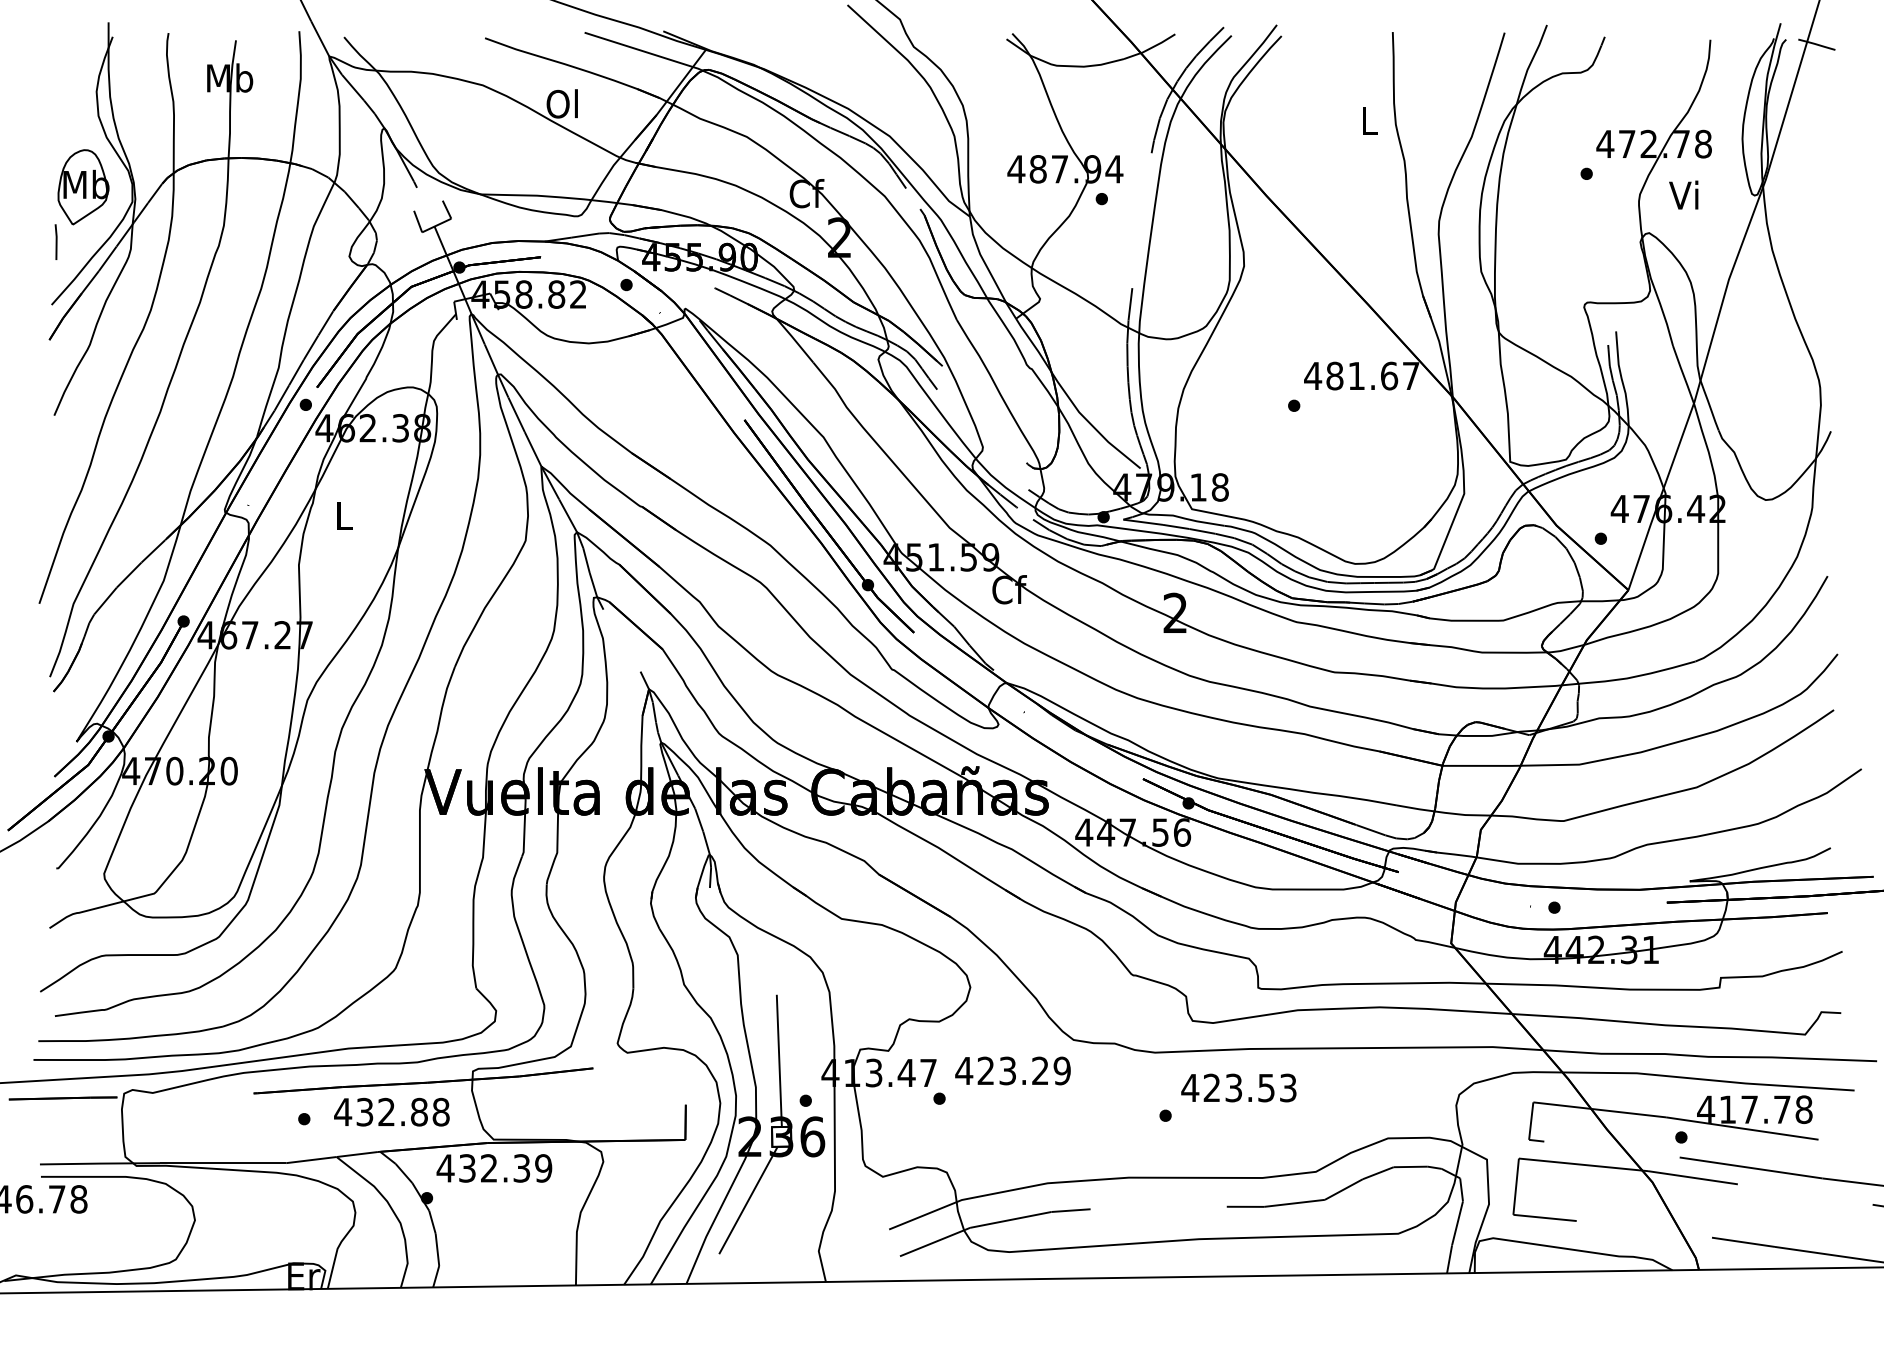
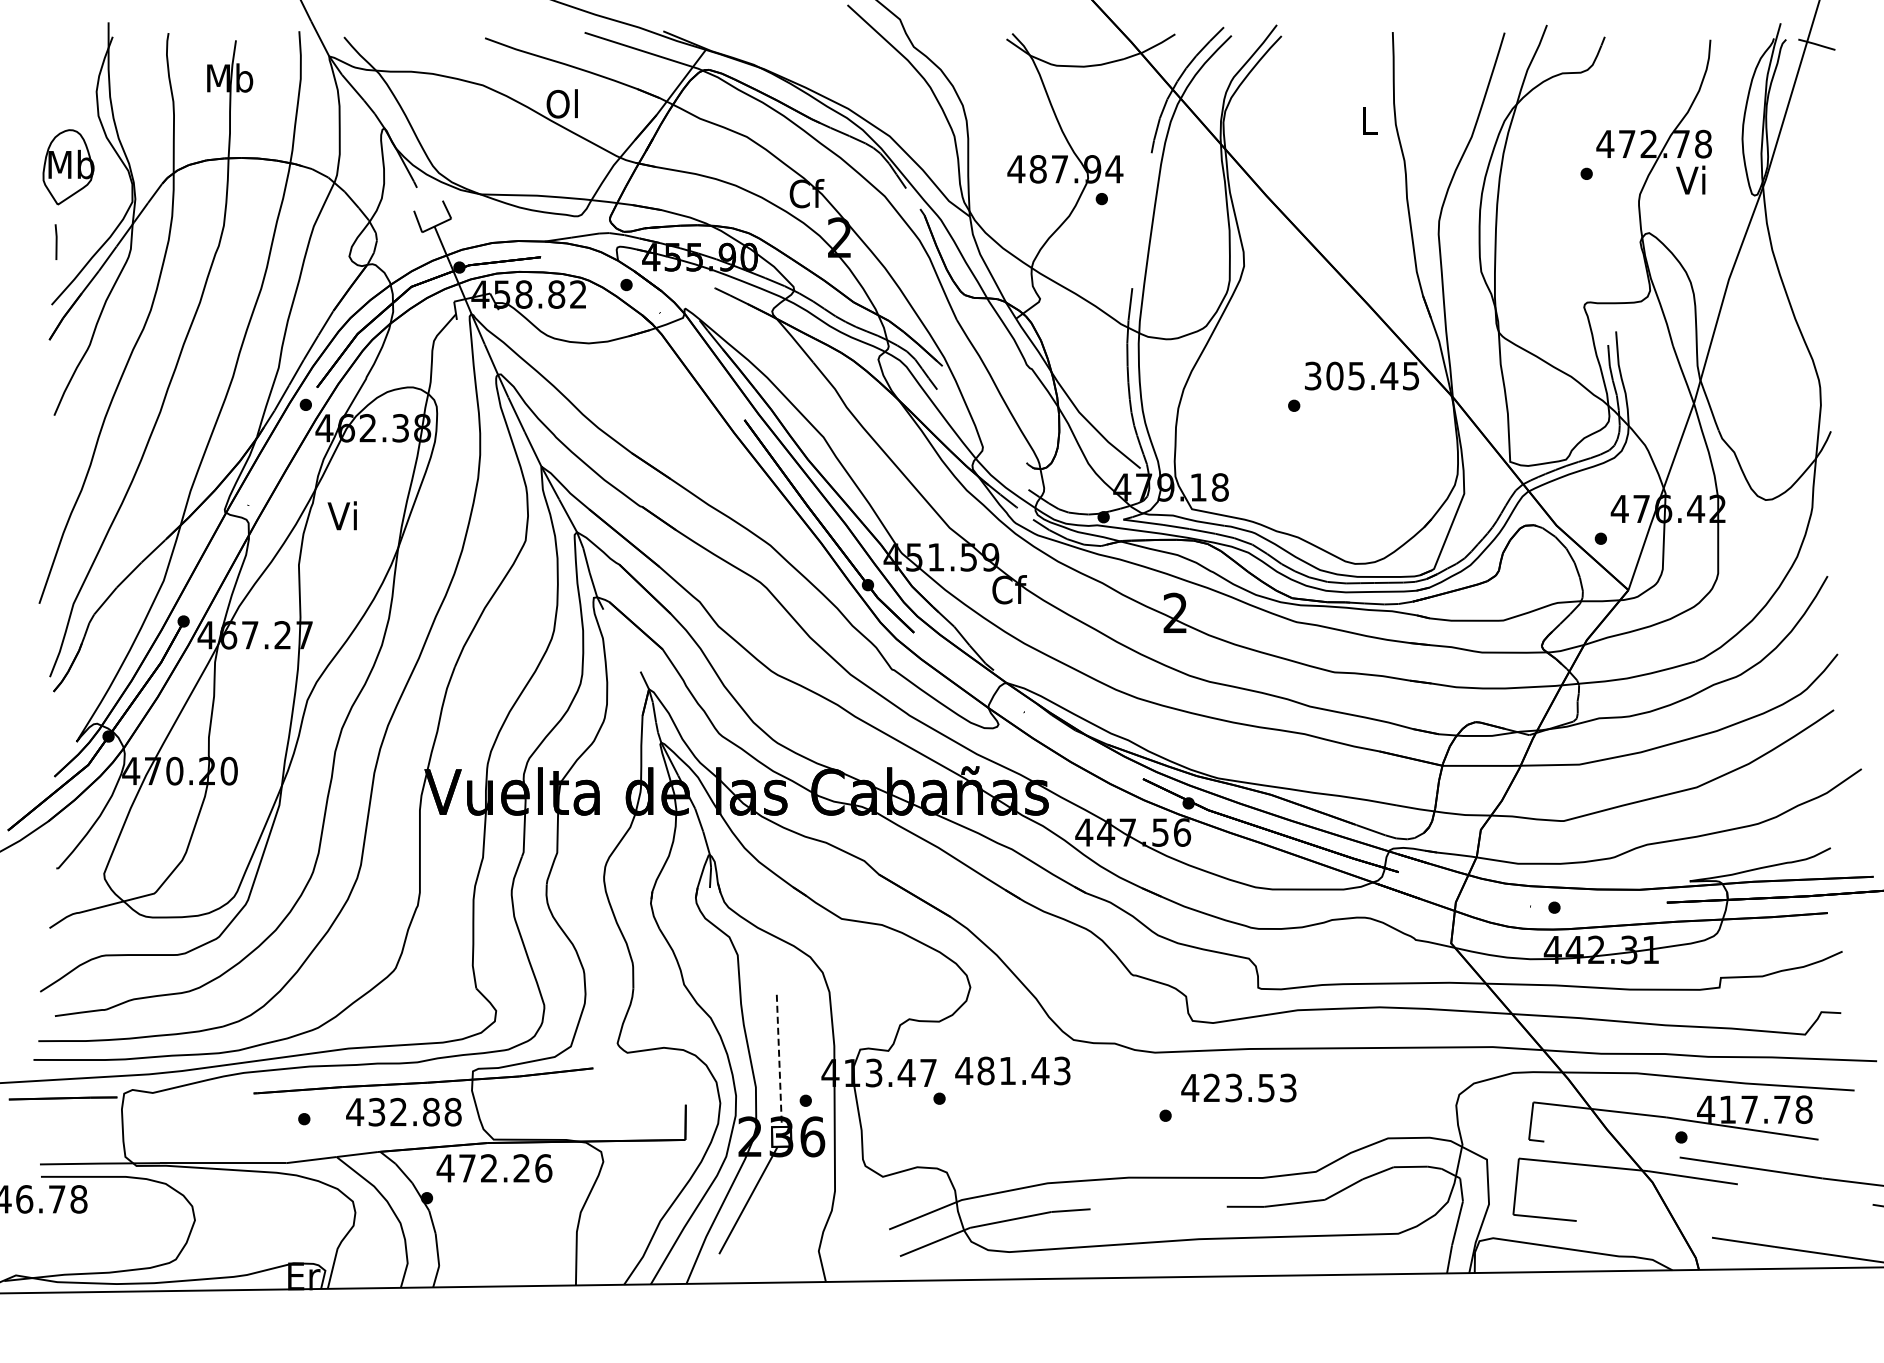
part at (83, 187) position: (83, 187) -> (68, 167)
text at (1683, 194) position: (1683, 194) -> (1690, 179)
text at (1361, 375): 481.67 -> 305.45
text at (341, 515): L -> Vi
line at (779, 1061): solid -> dashed
text at (1023, 1070): 423.29 -> 481.43
text at (391, 1111) position: (391, 1111) -> (403, 1111)
text at (505, 1168): 432.39 -> 472.26
